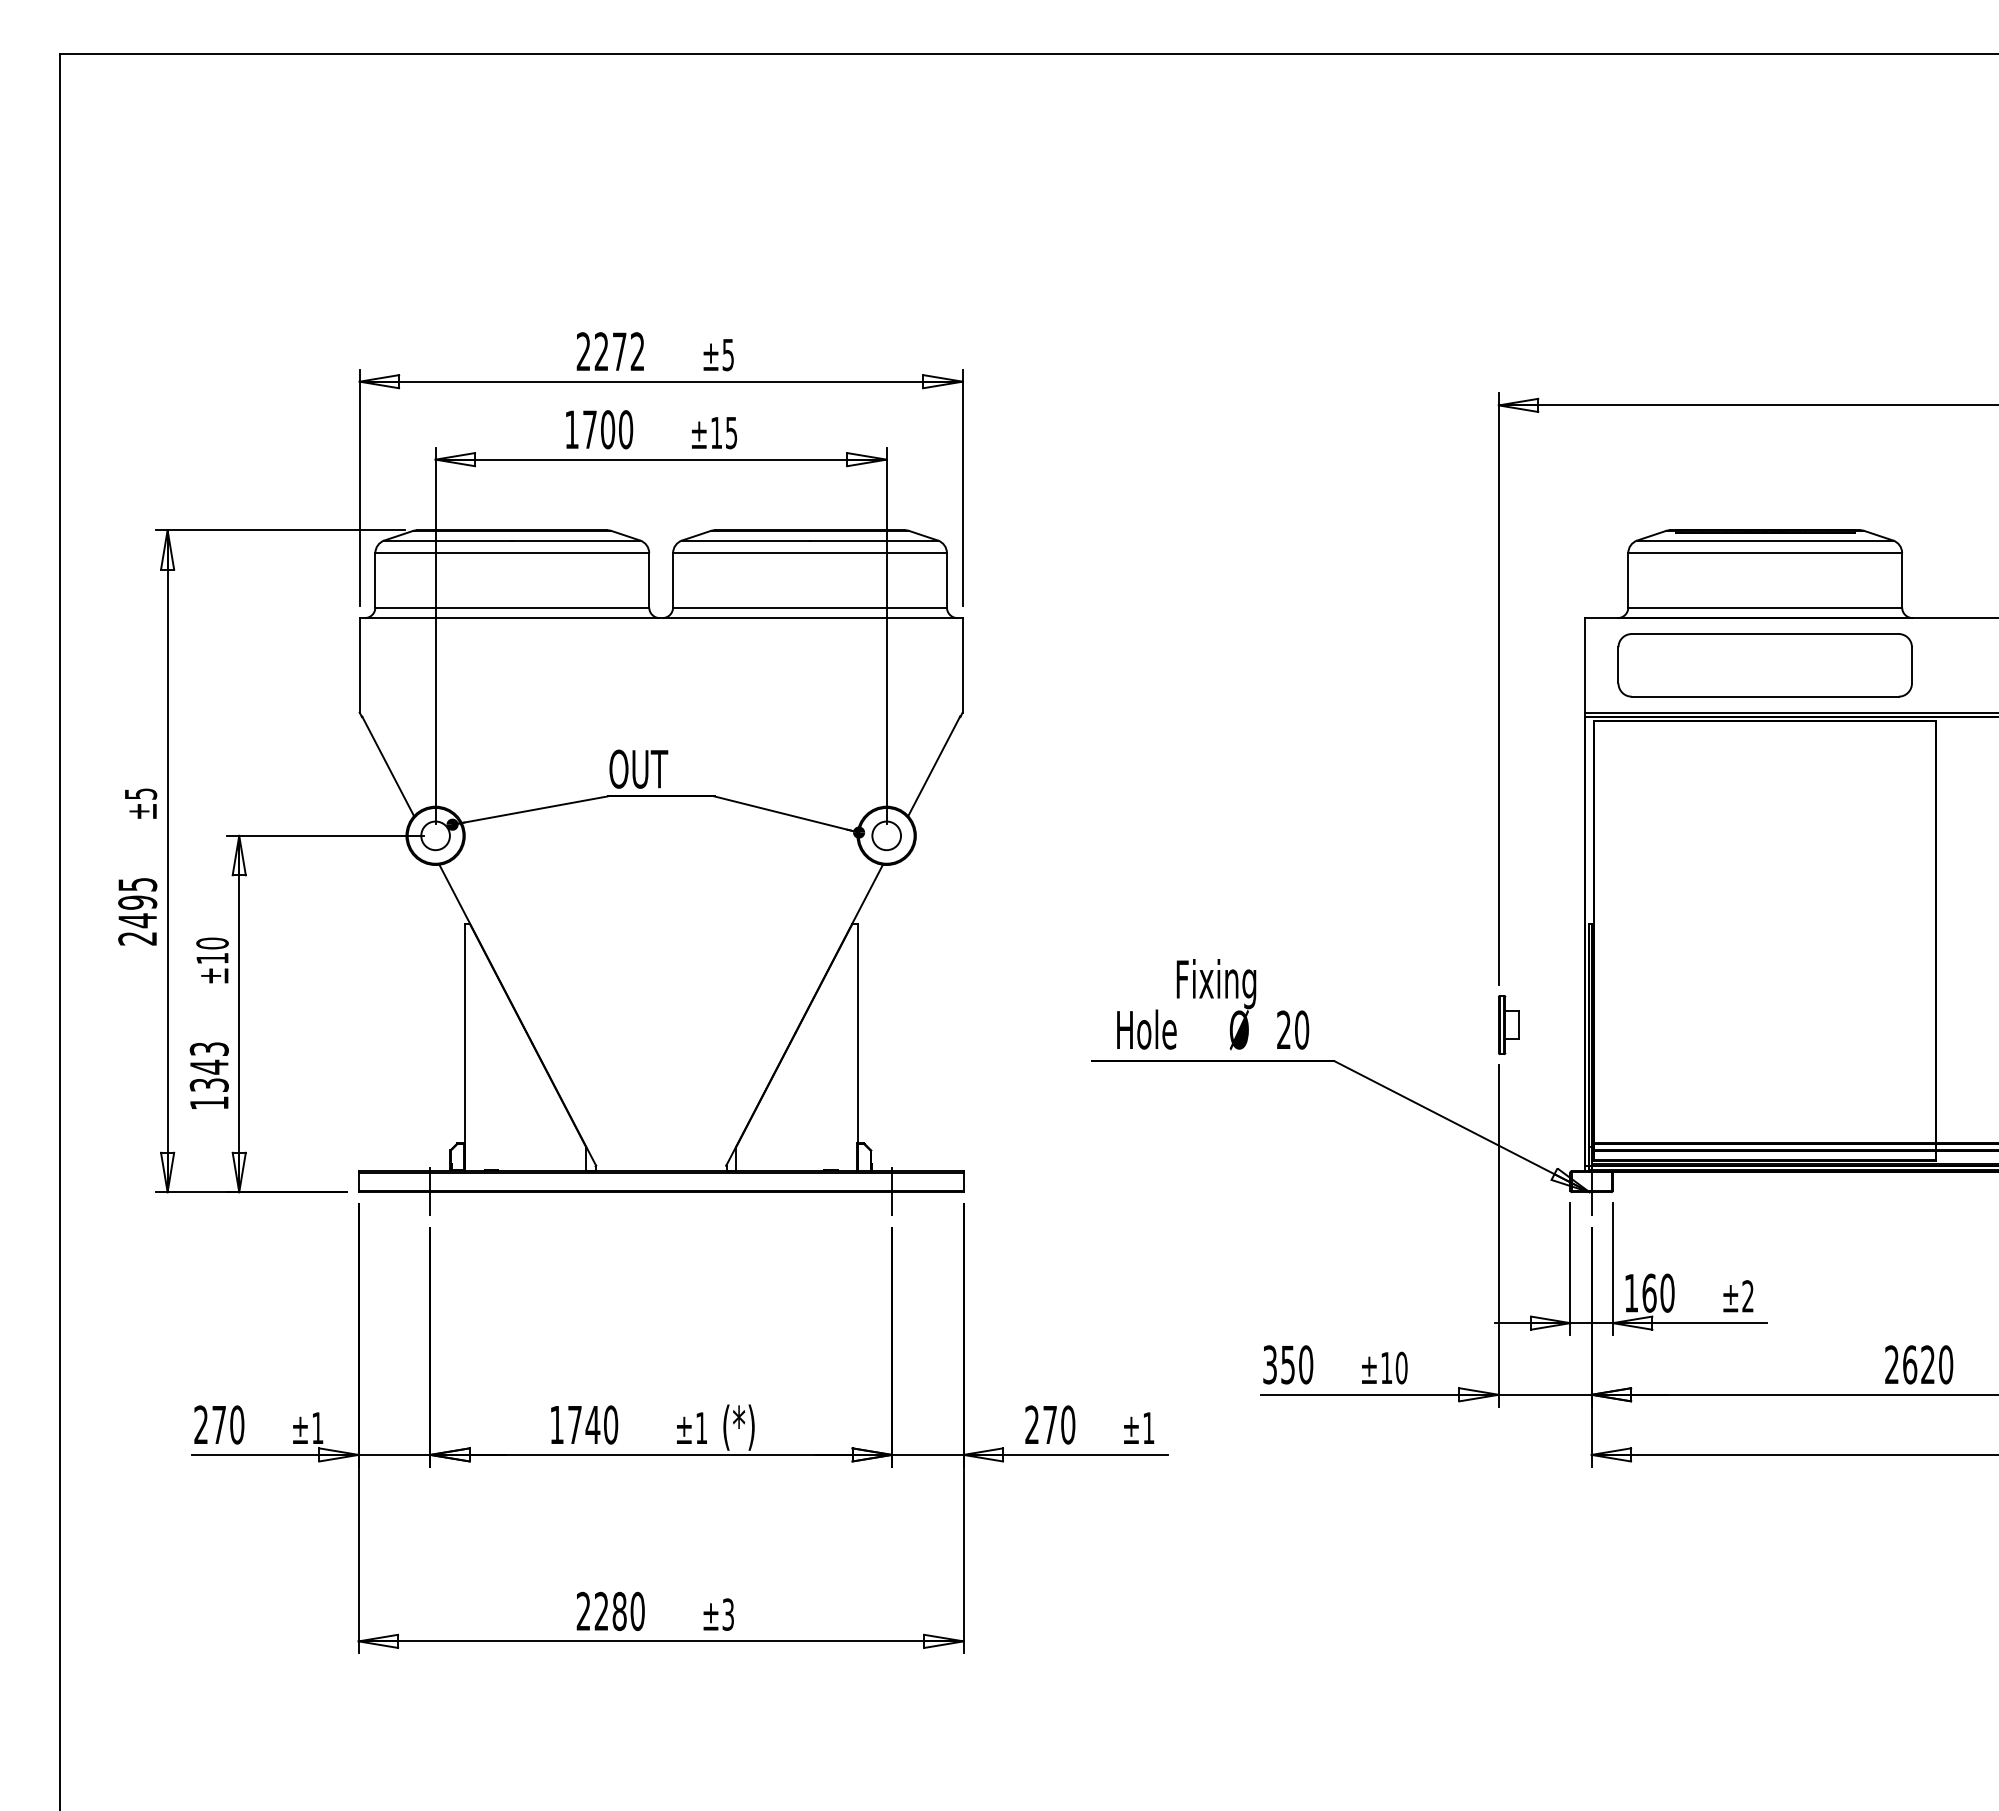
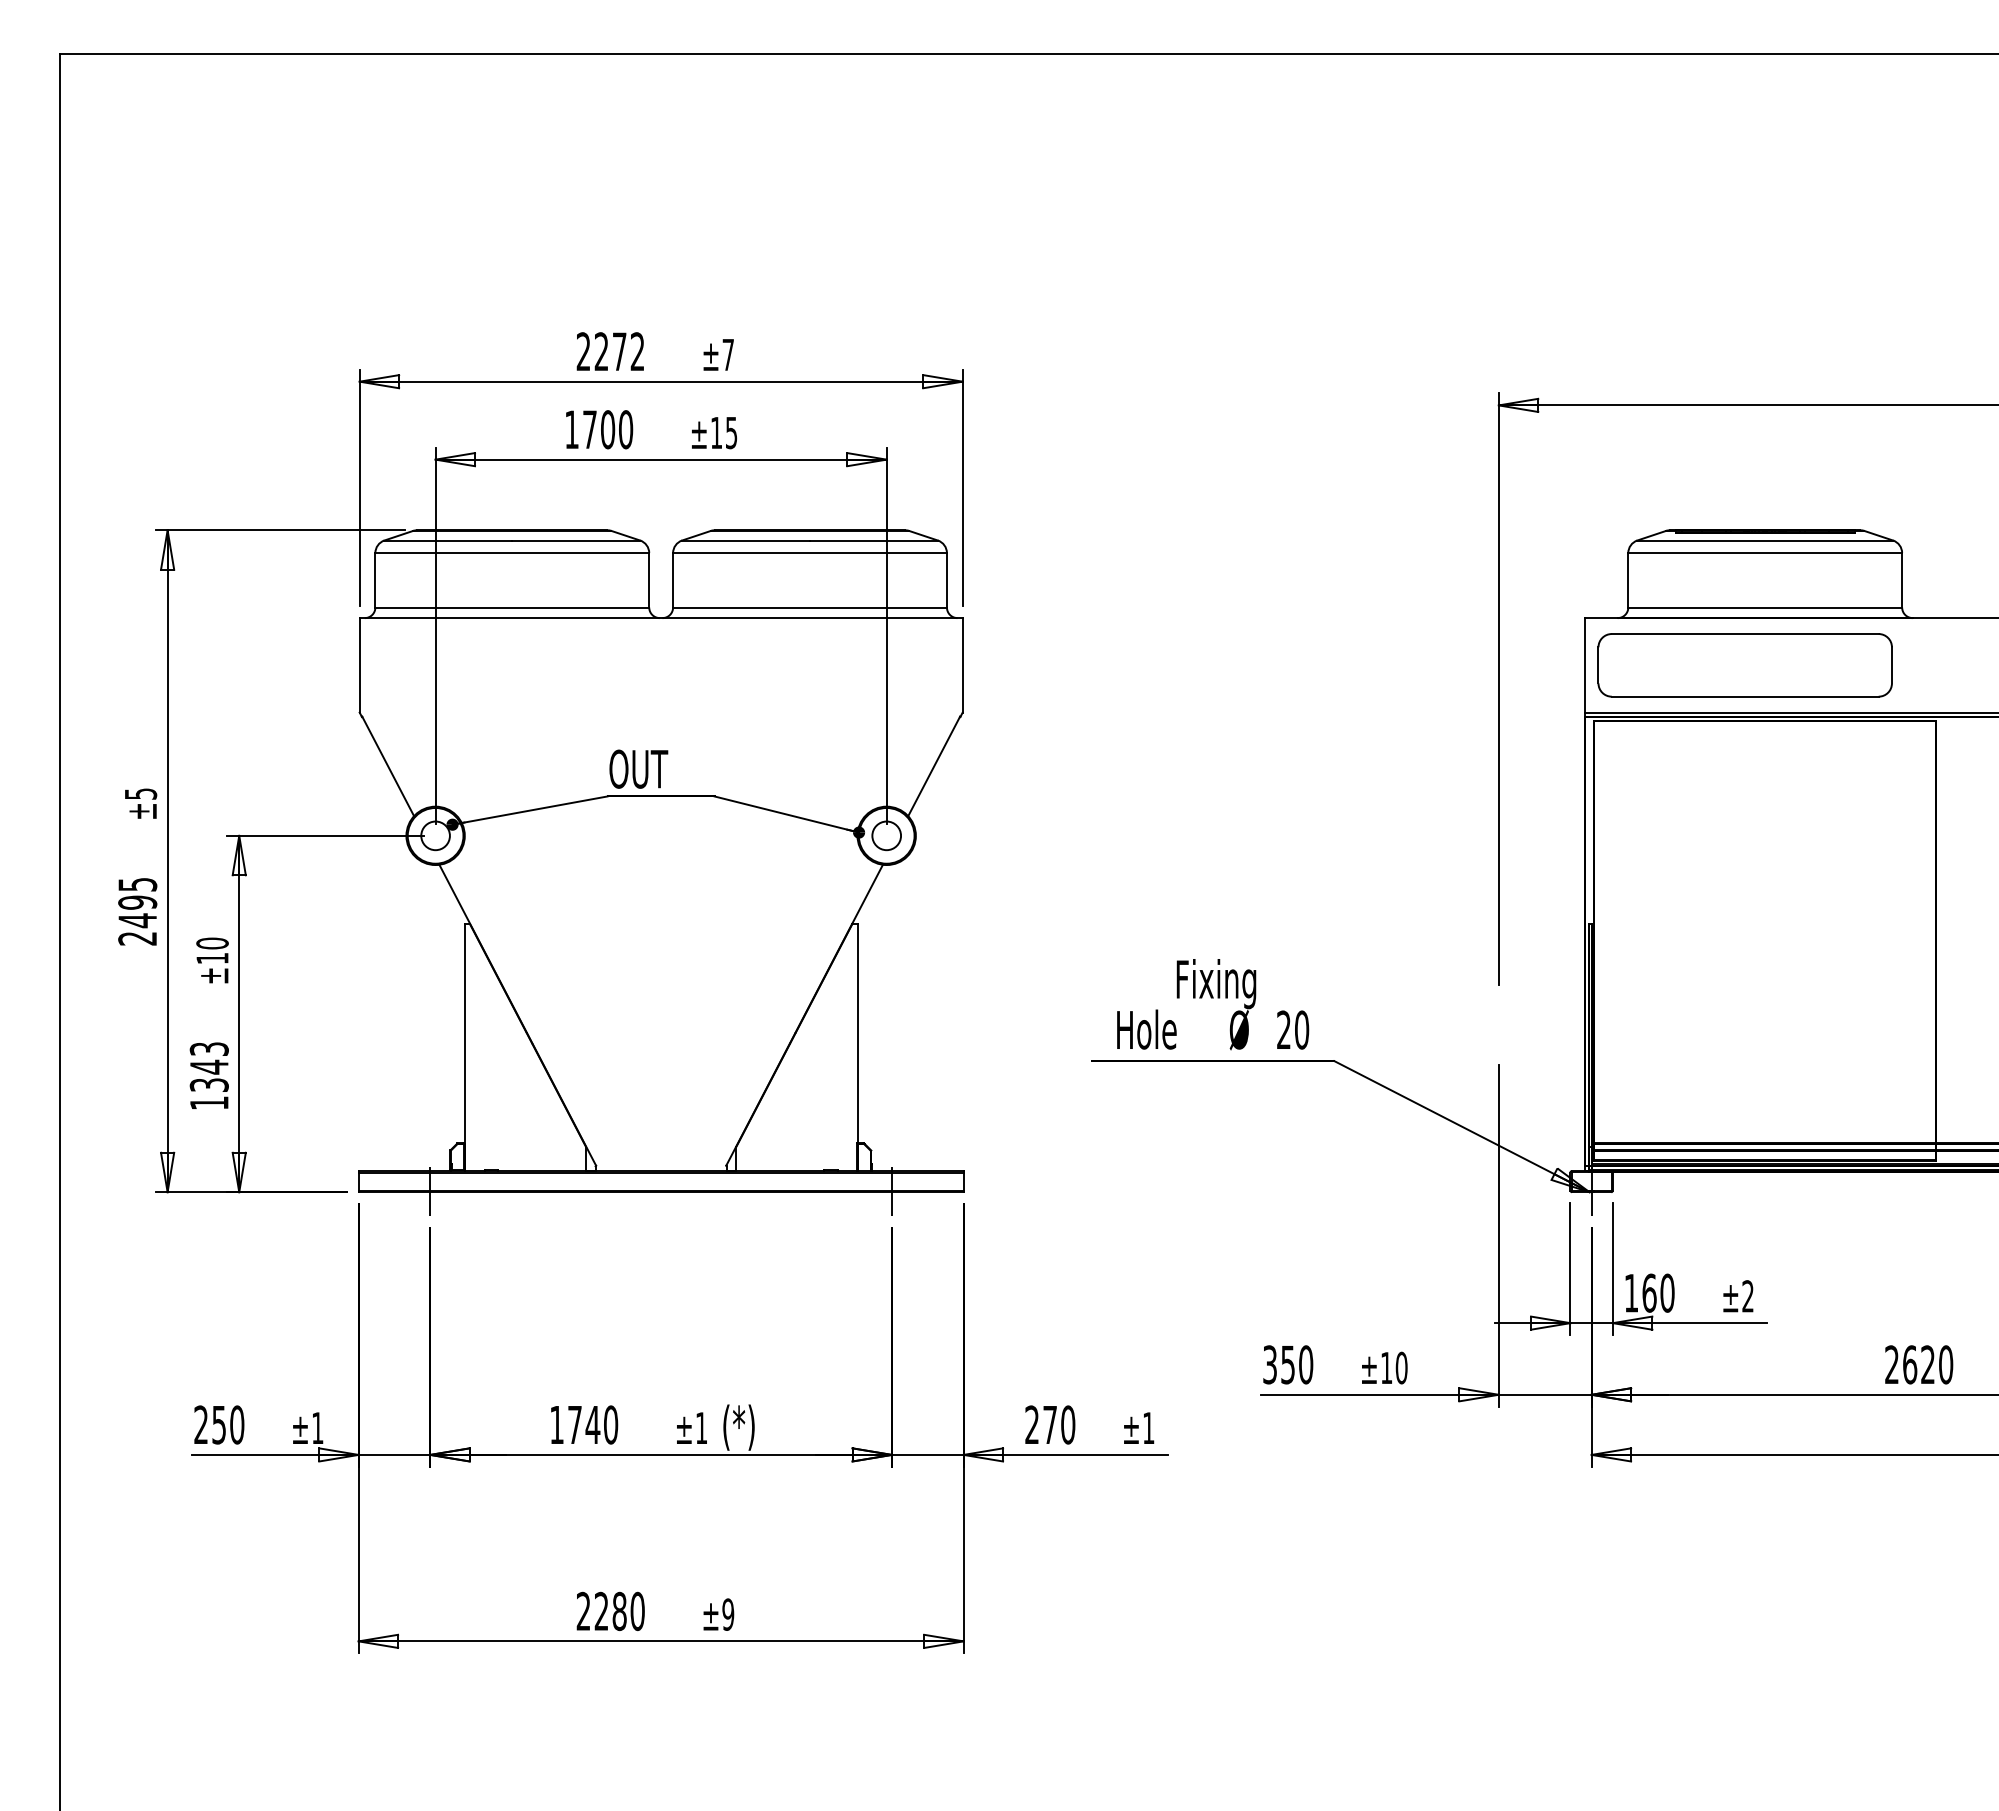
text at (727, 355): ±5 -> ±7
part at (1764, 665) position: (1764, 665) -> (1744, 665)
part at (1508, 1024): present -> none
text at (218, 1425): 270 -> 250
text at (728, 1614): ±3 -> ±9
